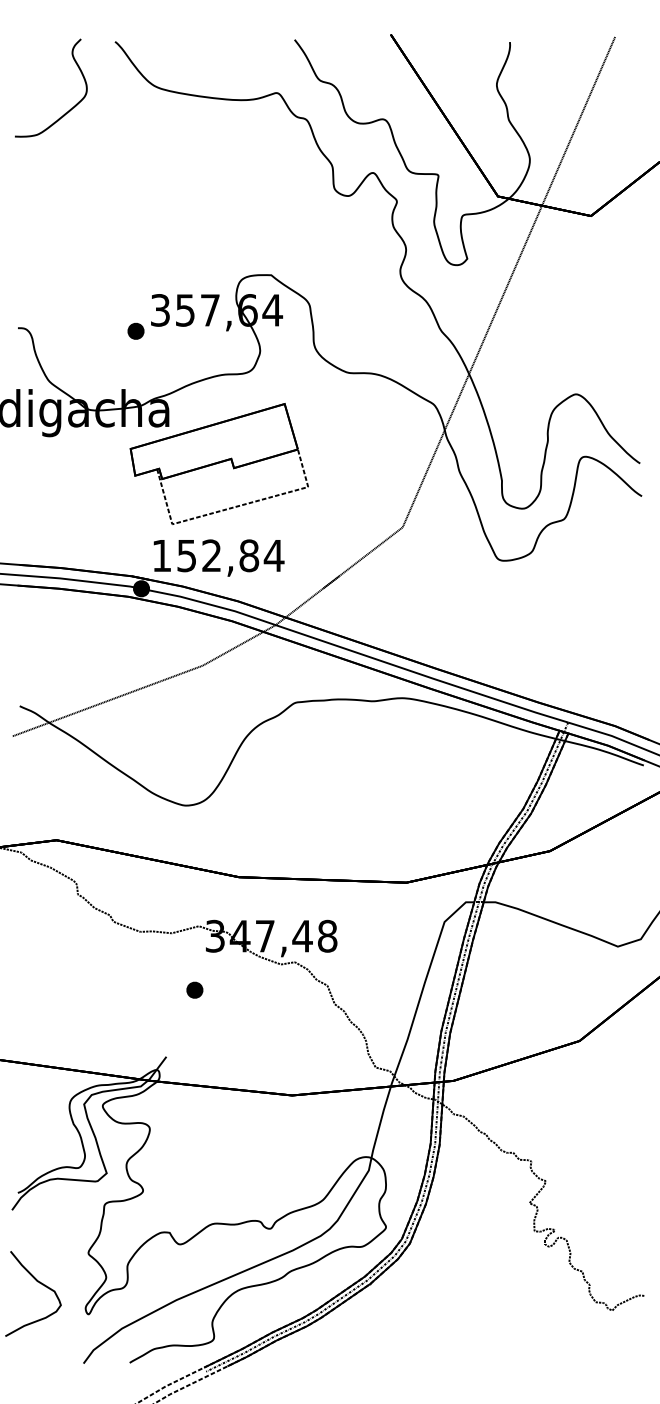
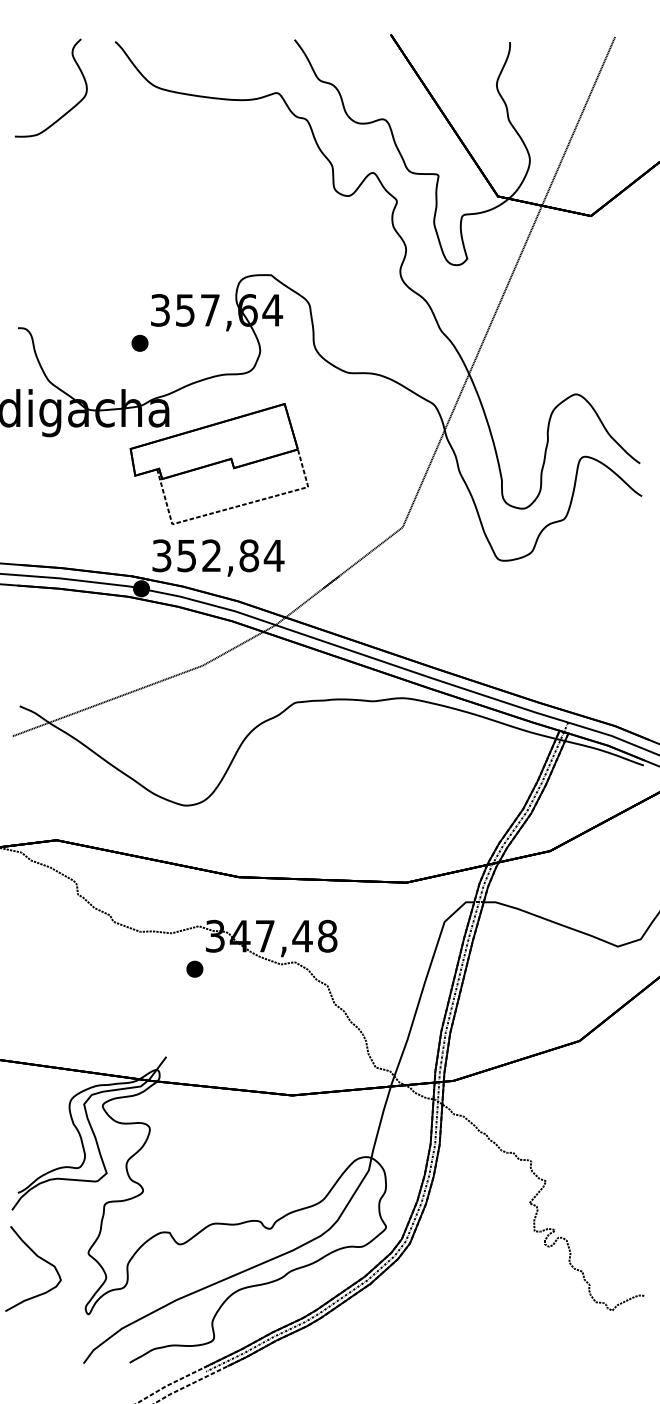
part at (135, 330) position: (135, 330) -> (139, 342)
text at (161, 555): 152,84 -> 352,84
part at (194, 989) position: (194, 989) -> (194, 968)
curve at (39, 1283) position: (39, 1283) -> (39, 1258)
